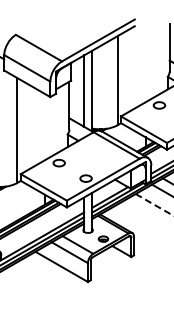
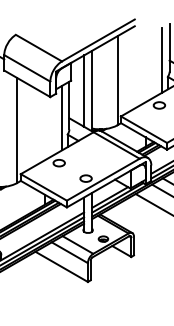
line at (162, 60): none -> present
line at (62, 117): none -> present
line at (154, 204): dashed -> solid
